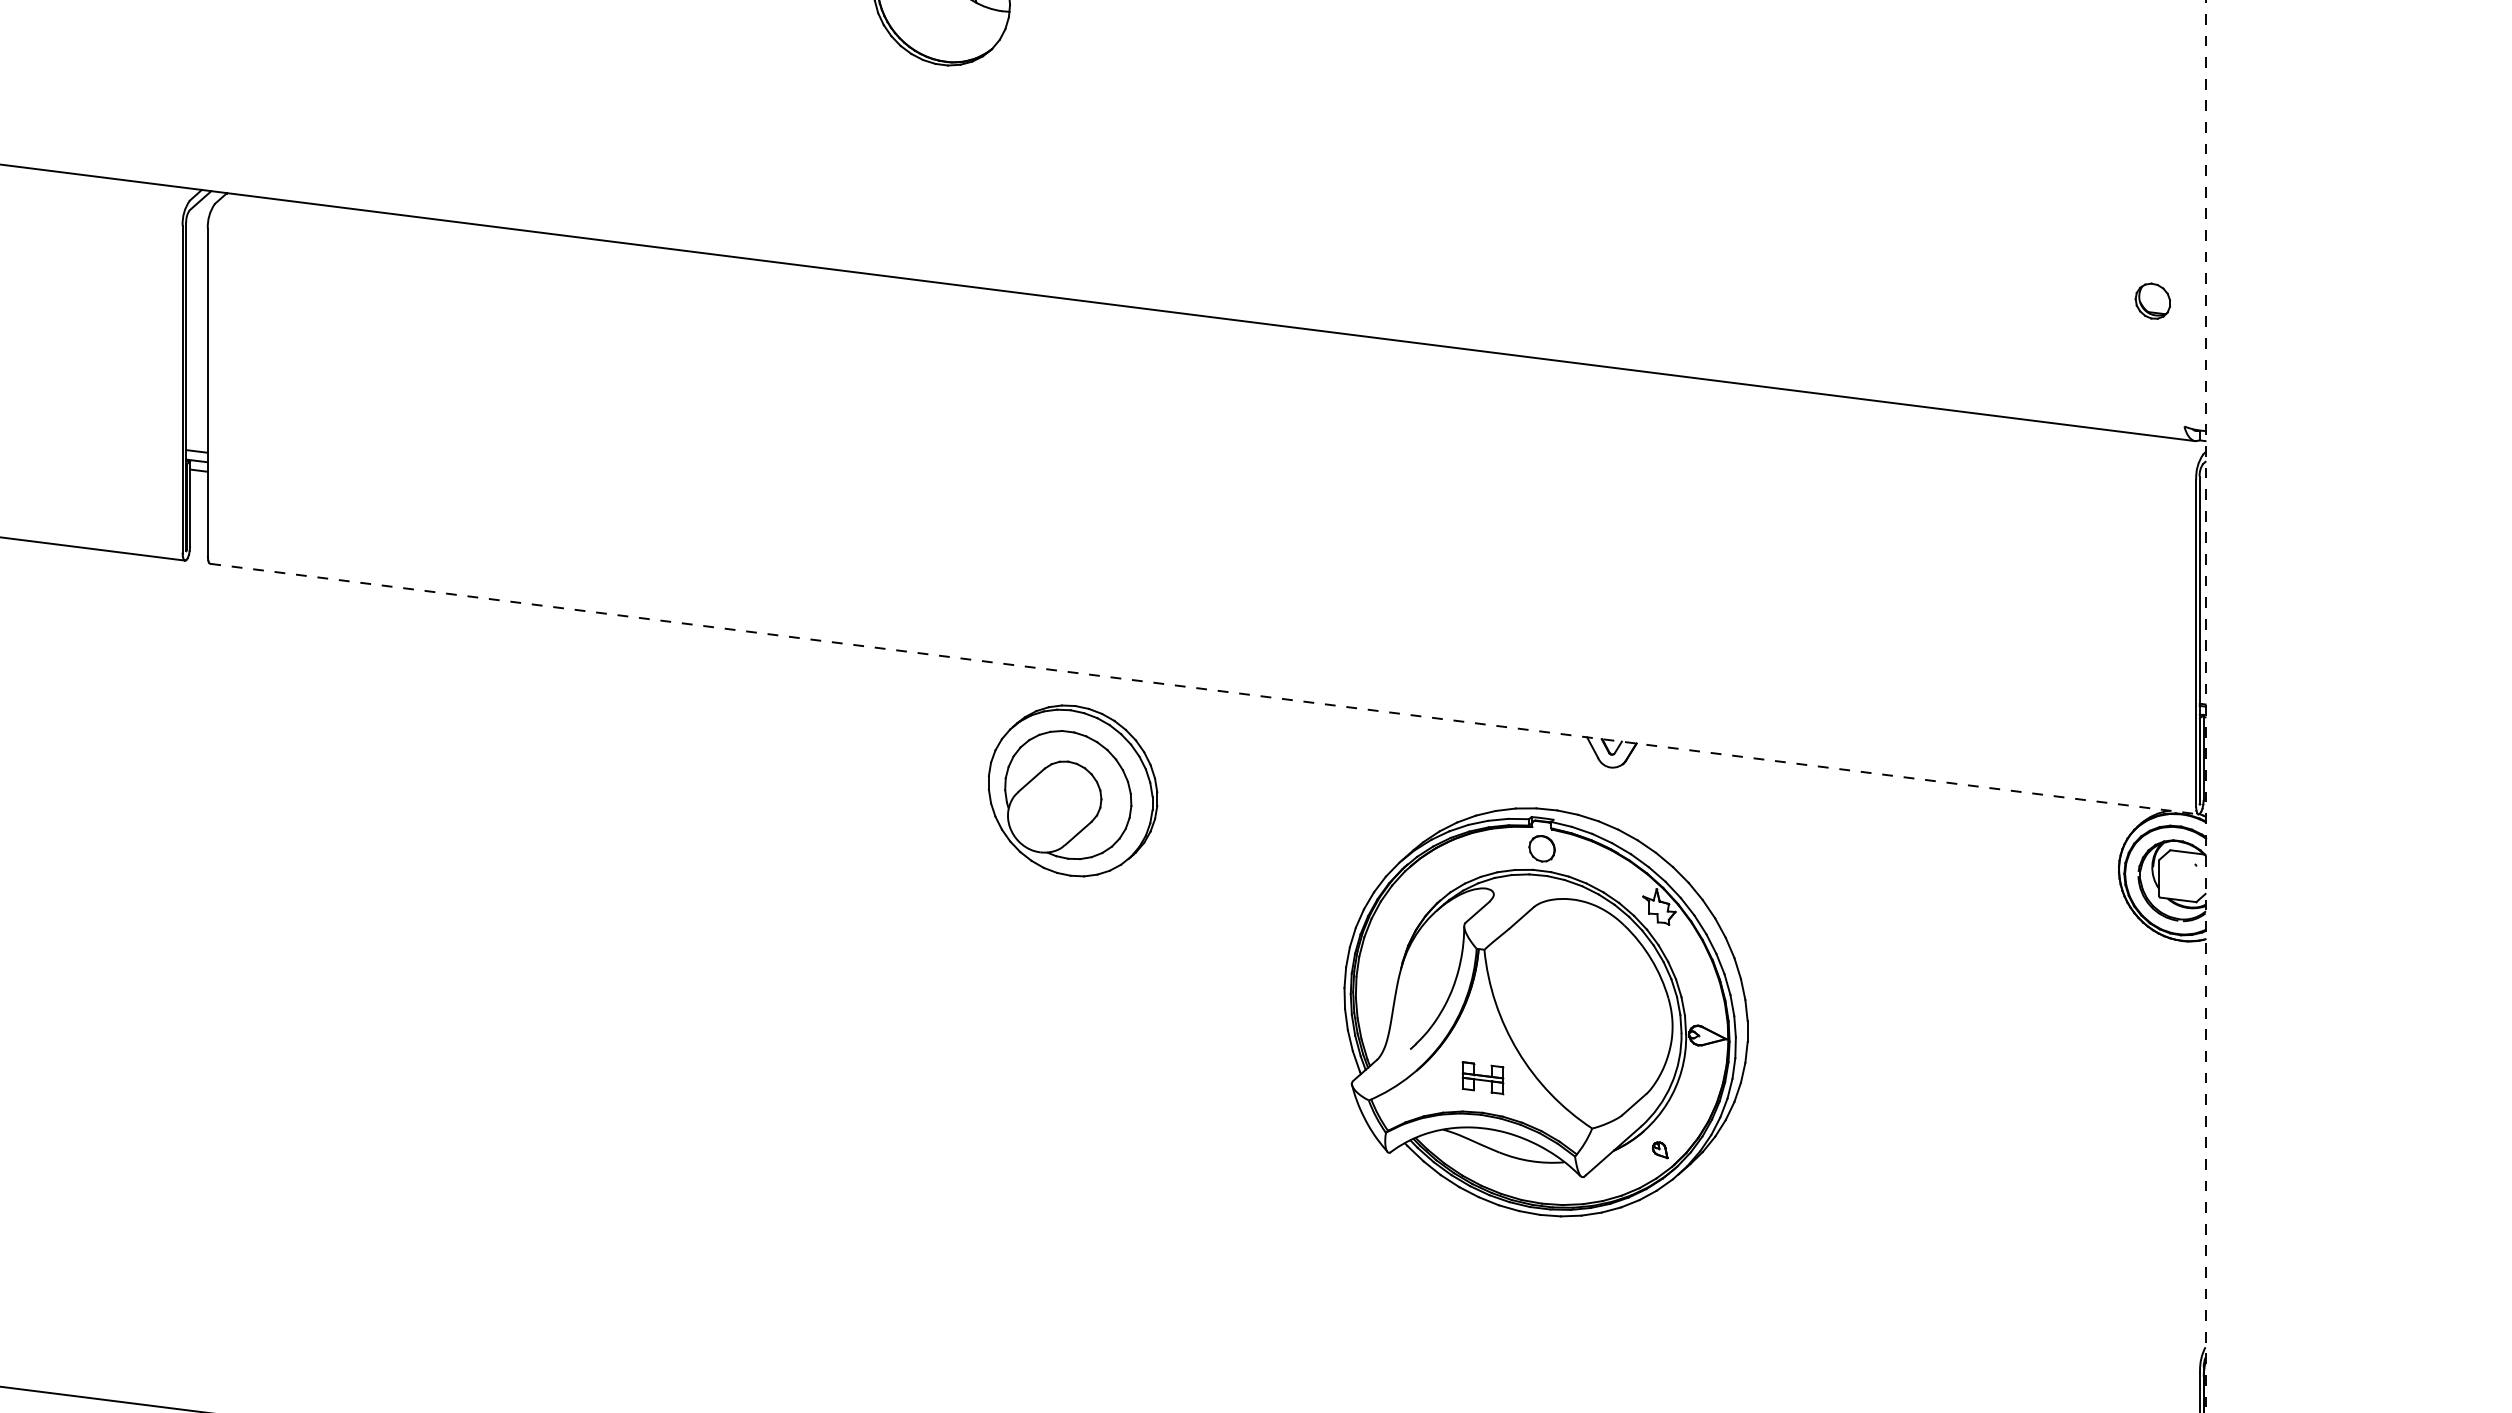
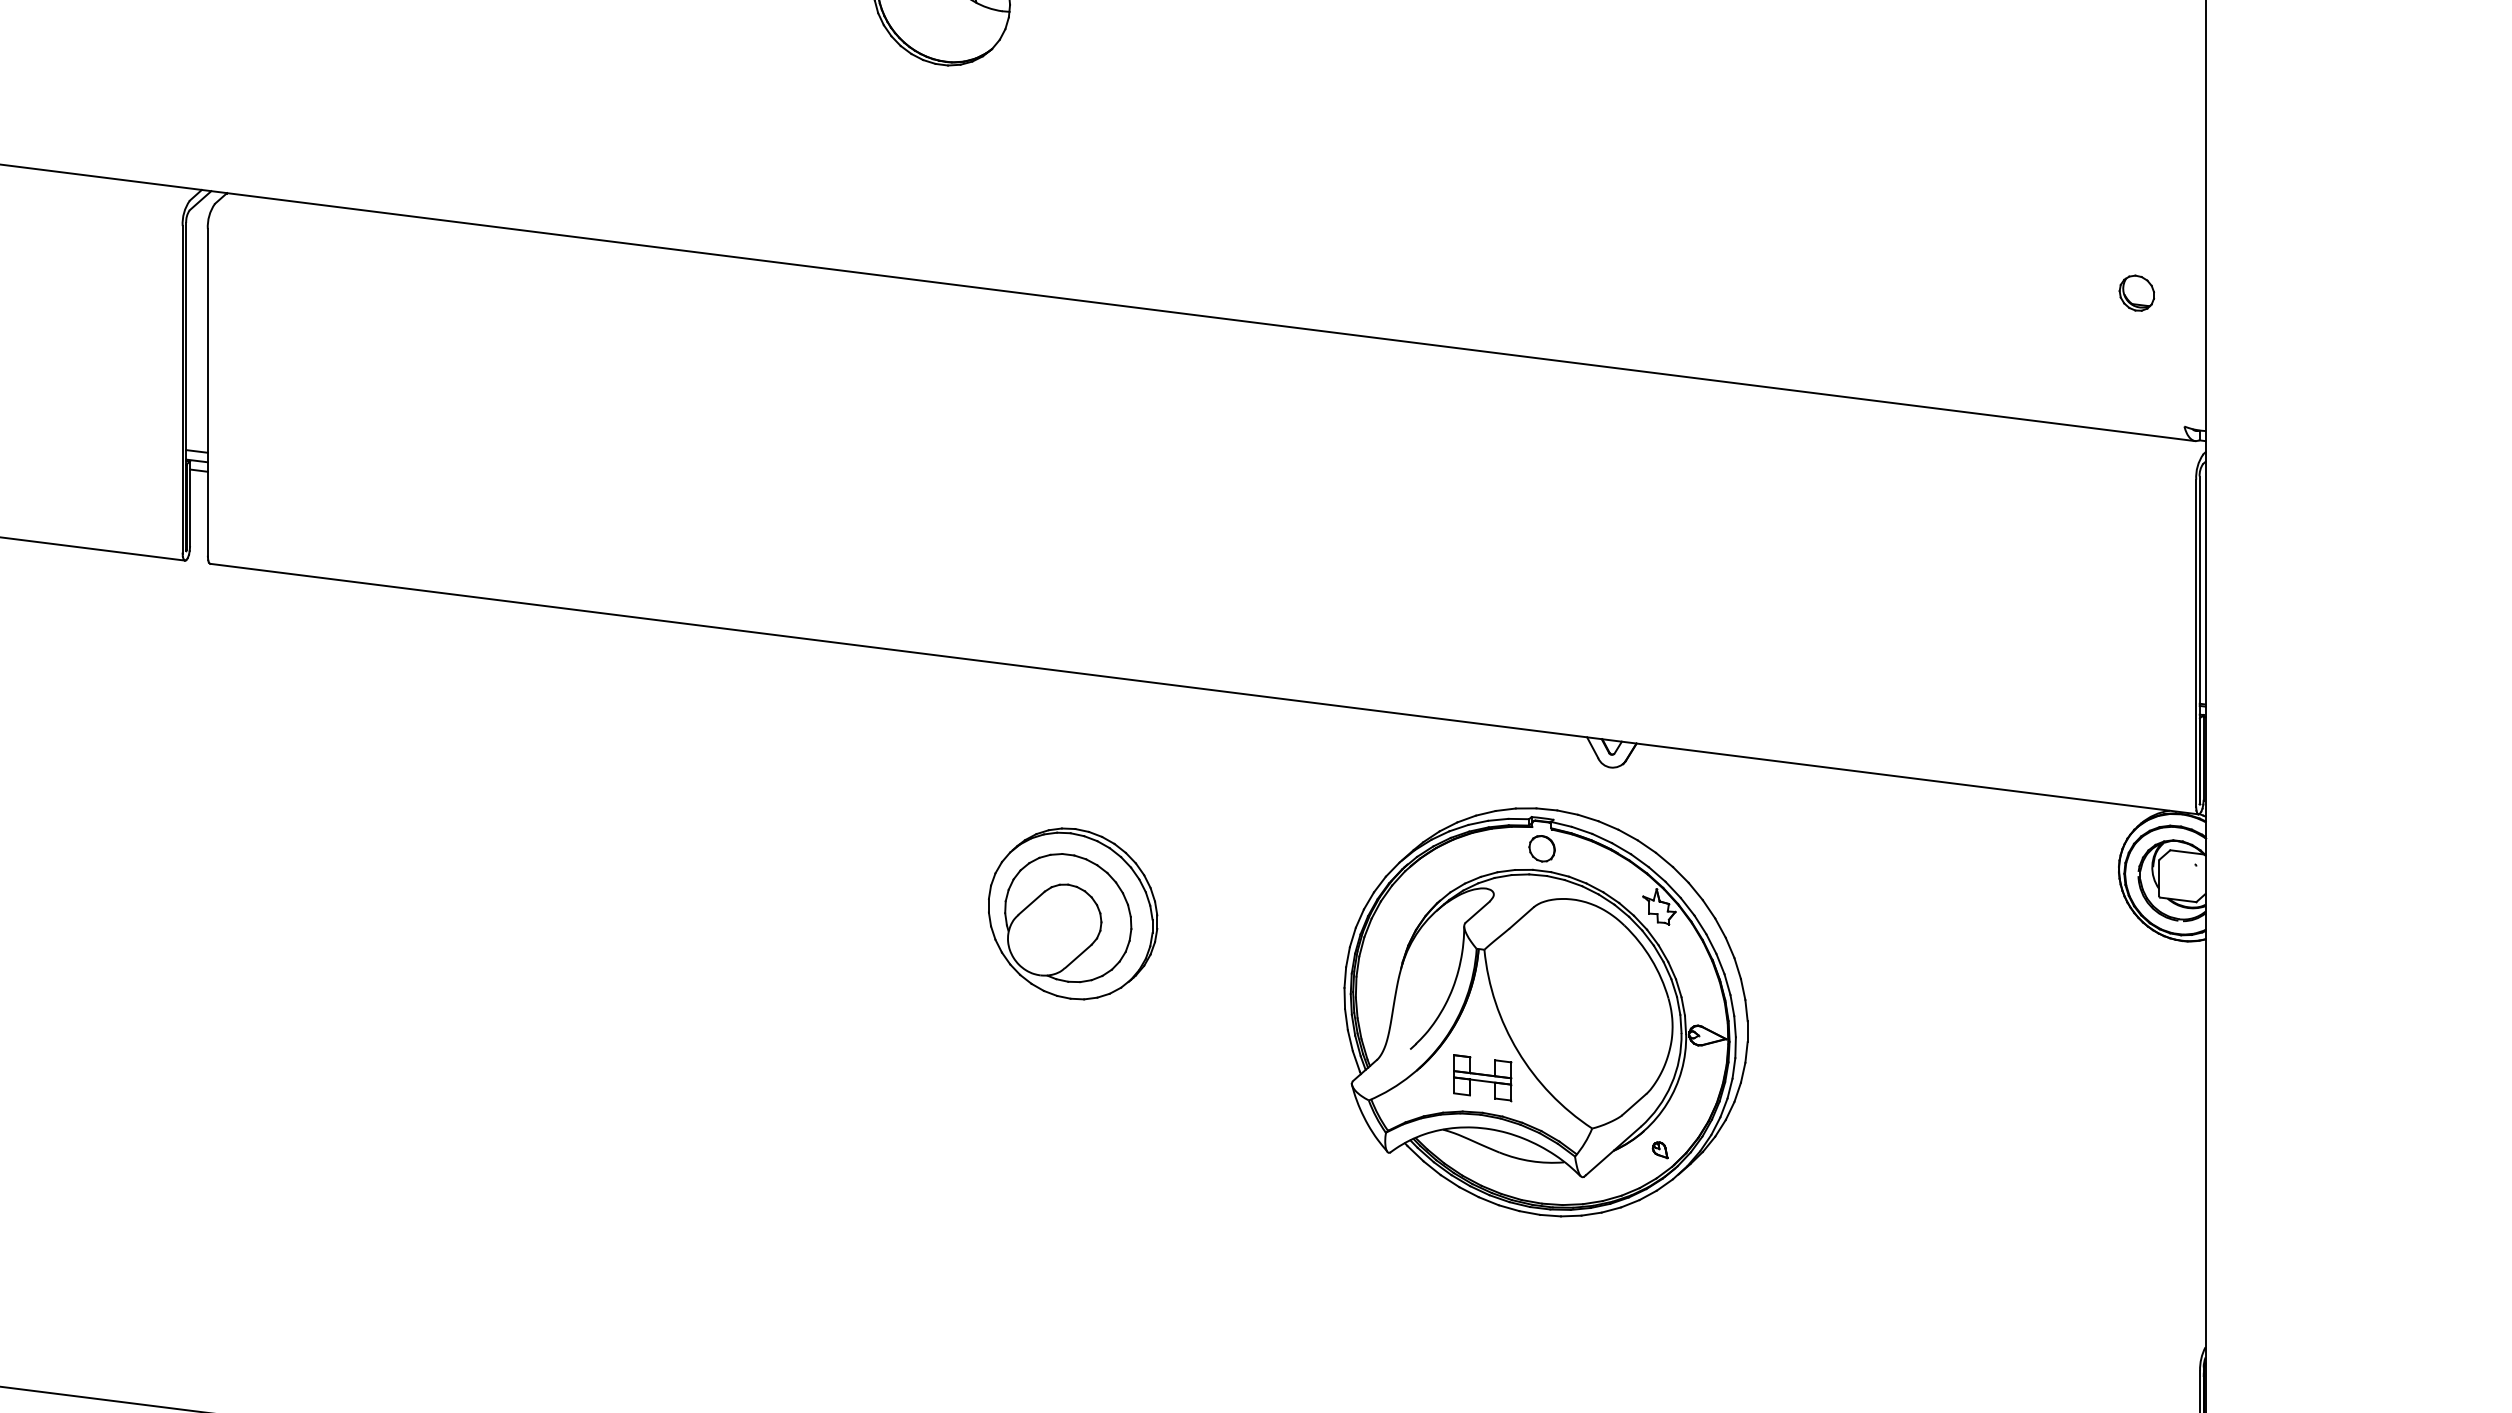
part at (2152, 300) position: (2152, 300) -> (2136, 292)
line at (1204, 689): dashed -> solid
line at (2205, 707): dashed -> solid
part at (1073, 790) position: (1073, 790) -> (1073, 913)
part at (1482, 1078) size: 44x35 px -> 60x49 px
